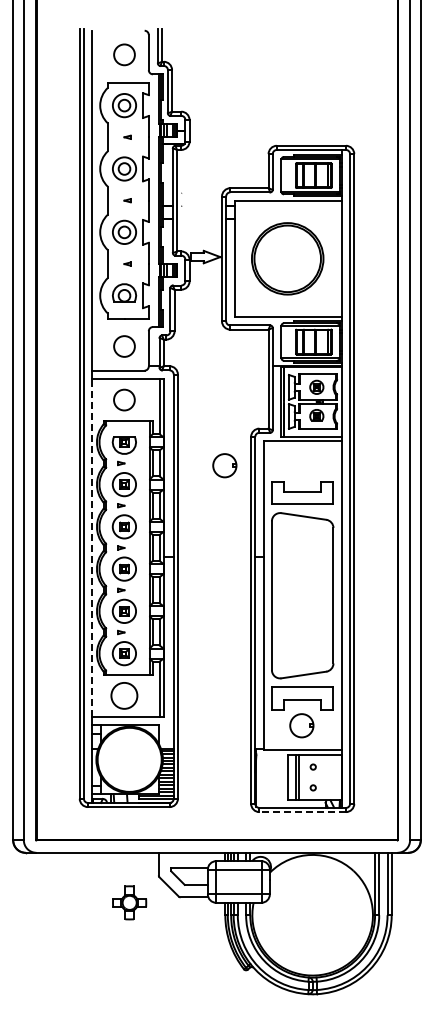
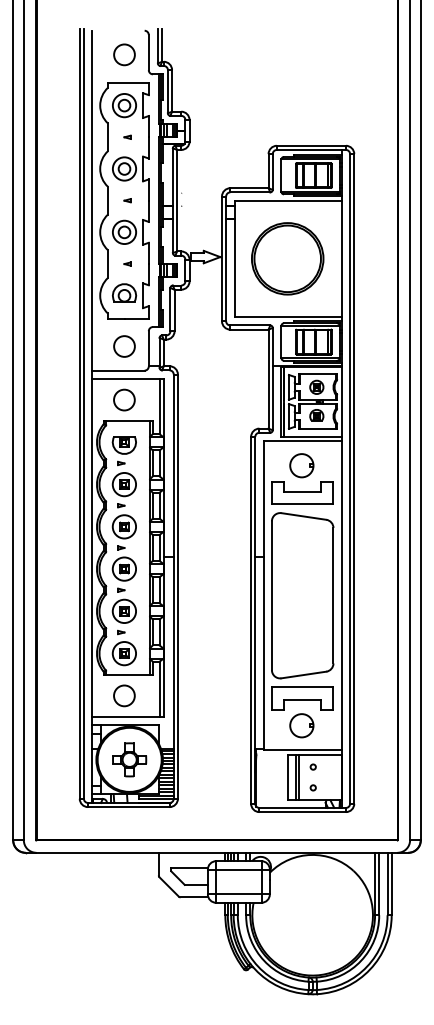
part at (224, 465) position: (224, 465) -> (301, 465)
line at (92, 547): dashed -> solid
circle at (124, 695) size: 29x28 px -> 23x24 px
line at (302, 812): dashed -> solid
part at (129, 902) position: (129, 902) -> (129, 759)
